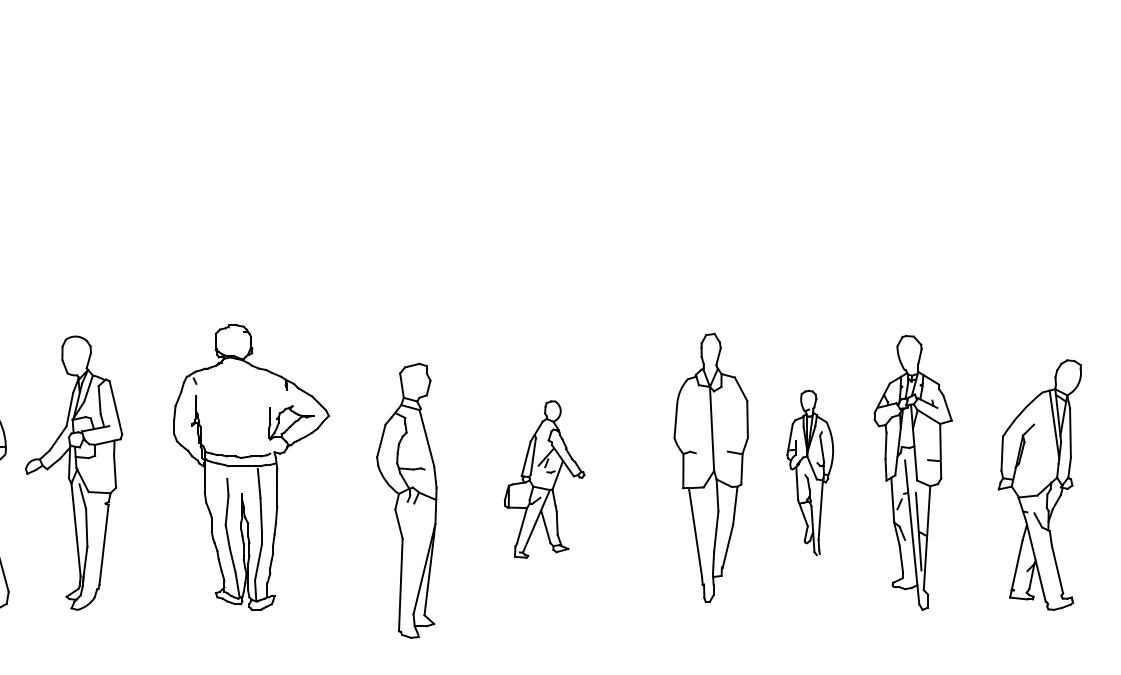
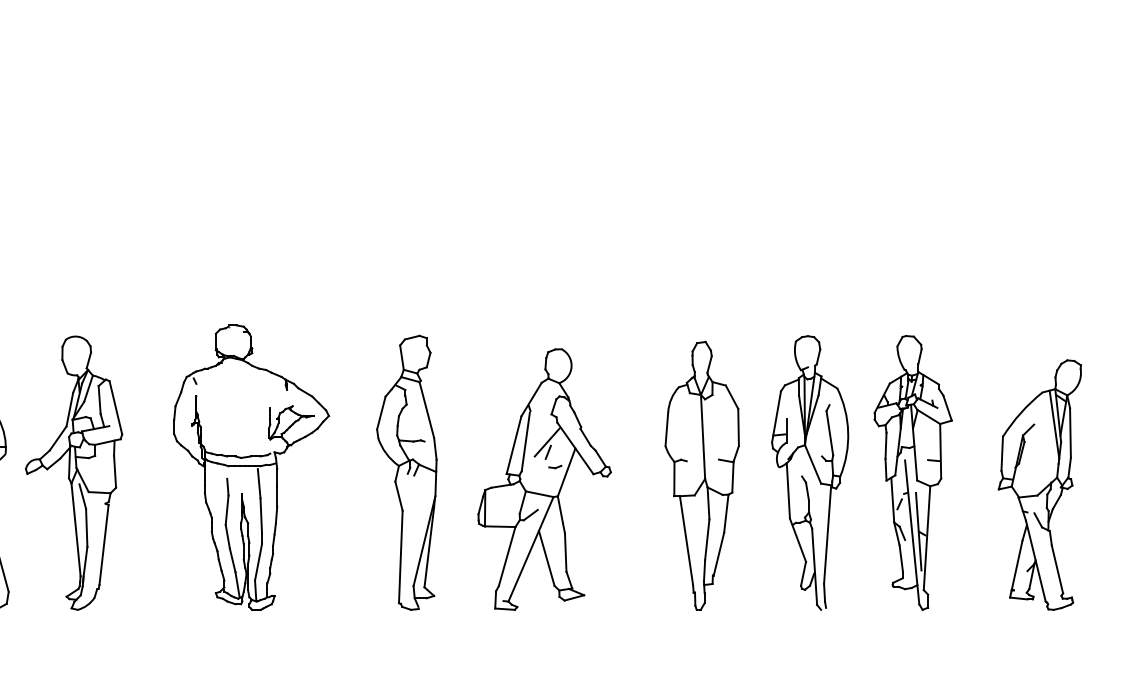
part at (710, 467) position: (710, 467) -> (701, 475)
part at (810, 473) size: 49x167 px -> 79x276 px
part at (544, 479) size: 83x159 px -> 135x263 px
part at (406, 500) position: (406, 500) -> (406, 472)
